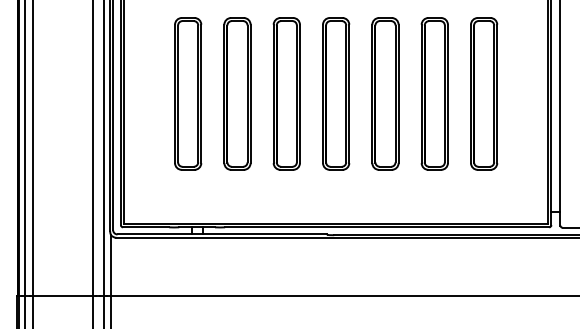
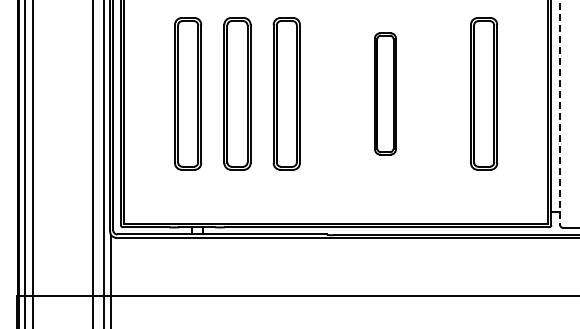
part at (336, 93): present -> none
part at (385, 93) size: 29x154 px -> 23x124 px
part at (434, 93): present -> none
line at (560, 113): solid -> dashed
